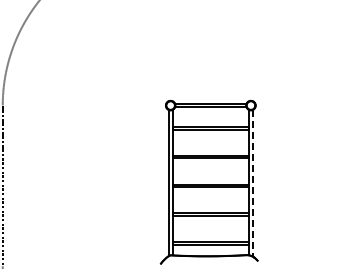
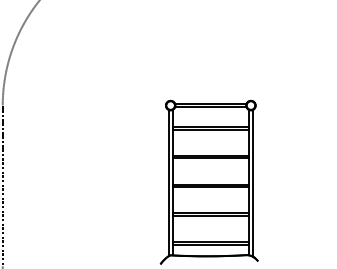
line at (253, 183): dashed -> solid
